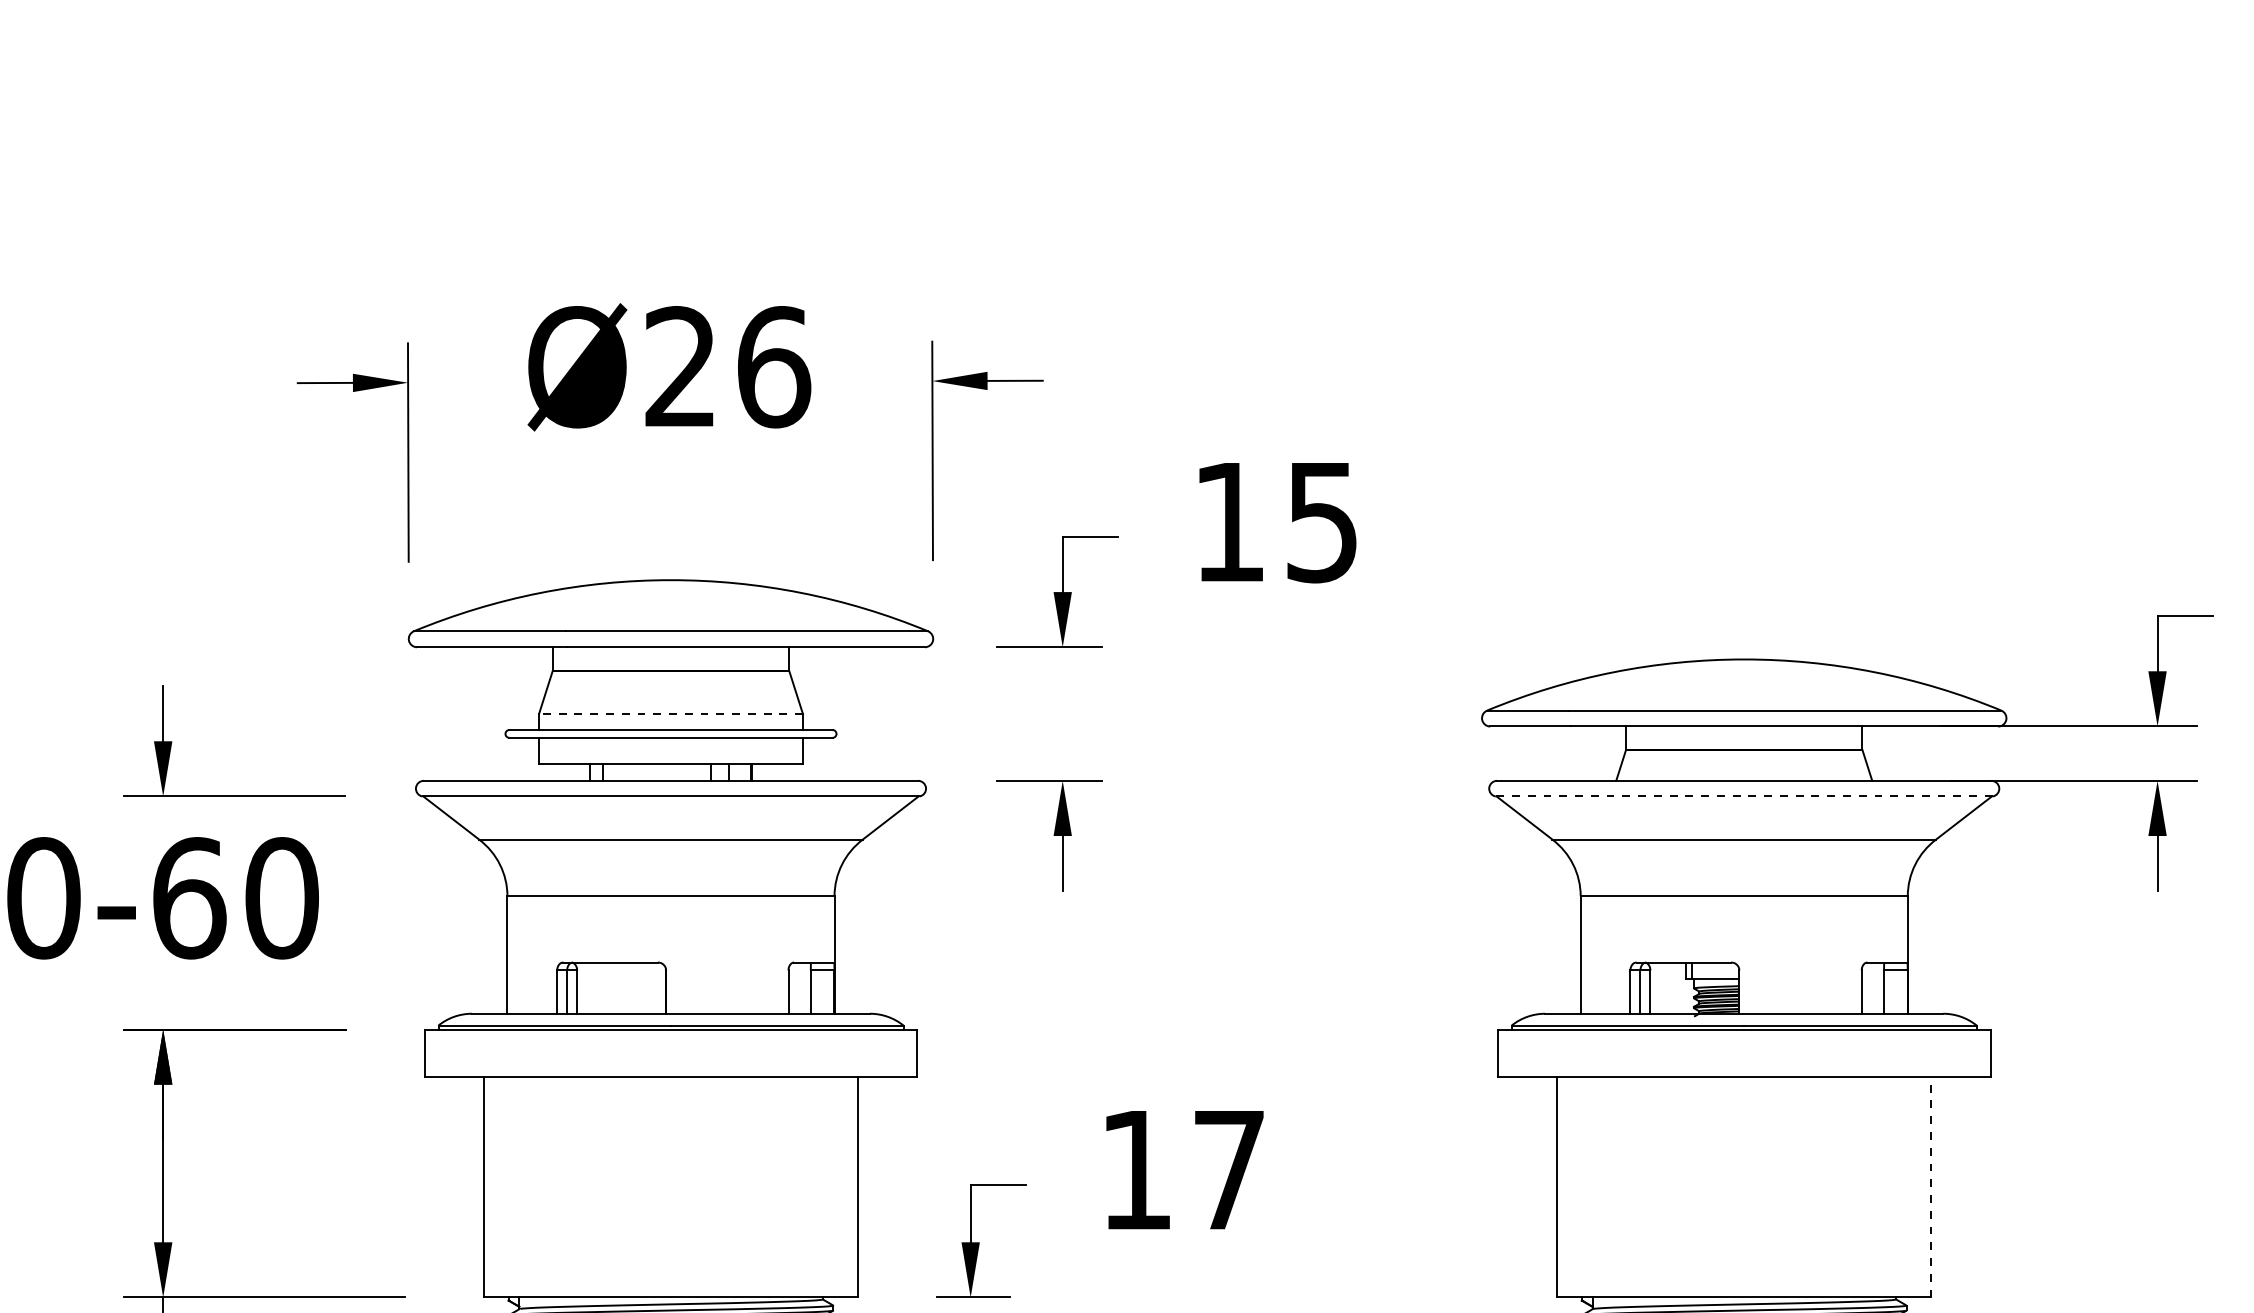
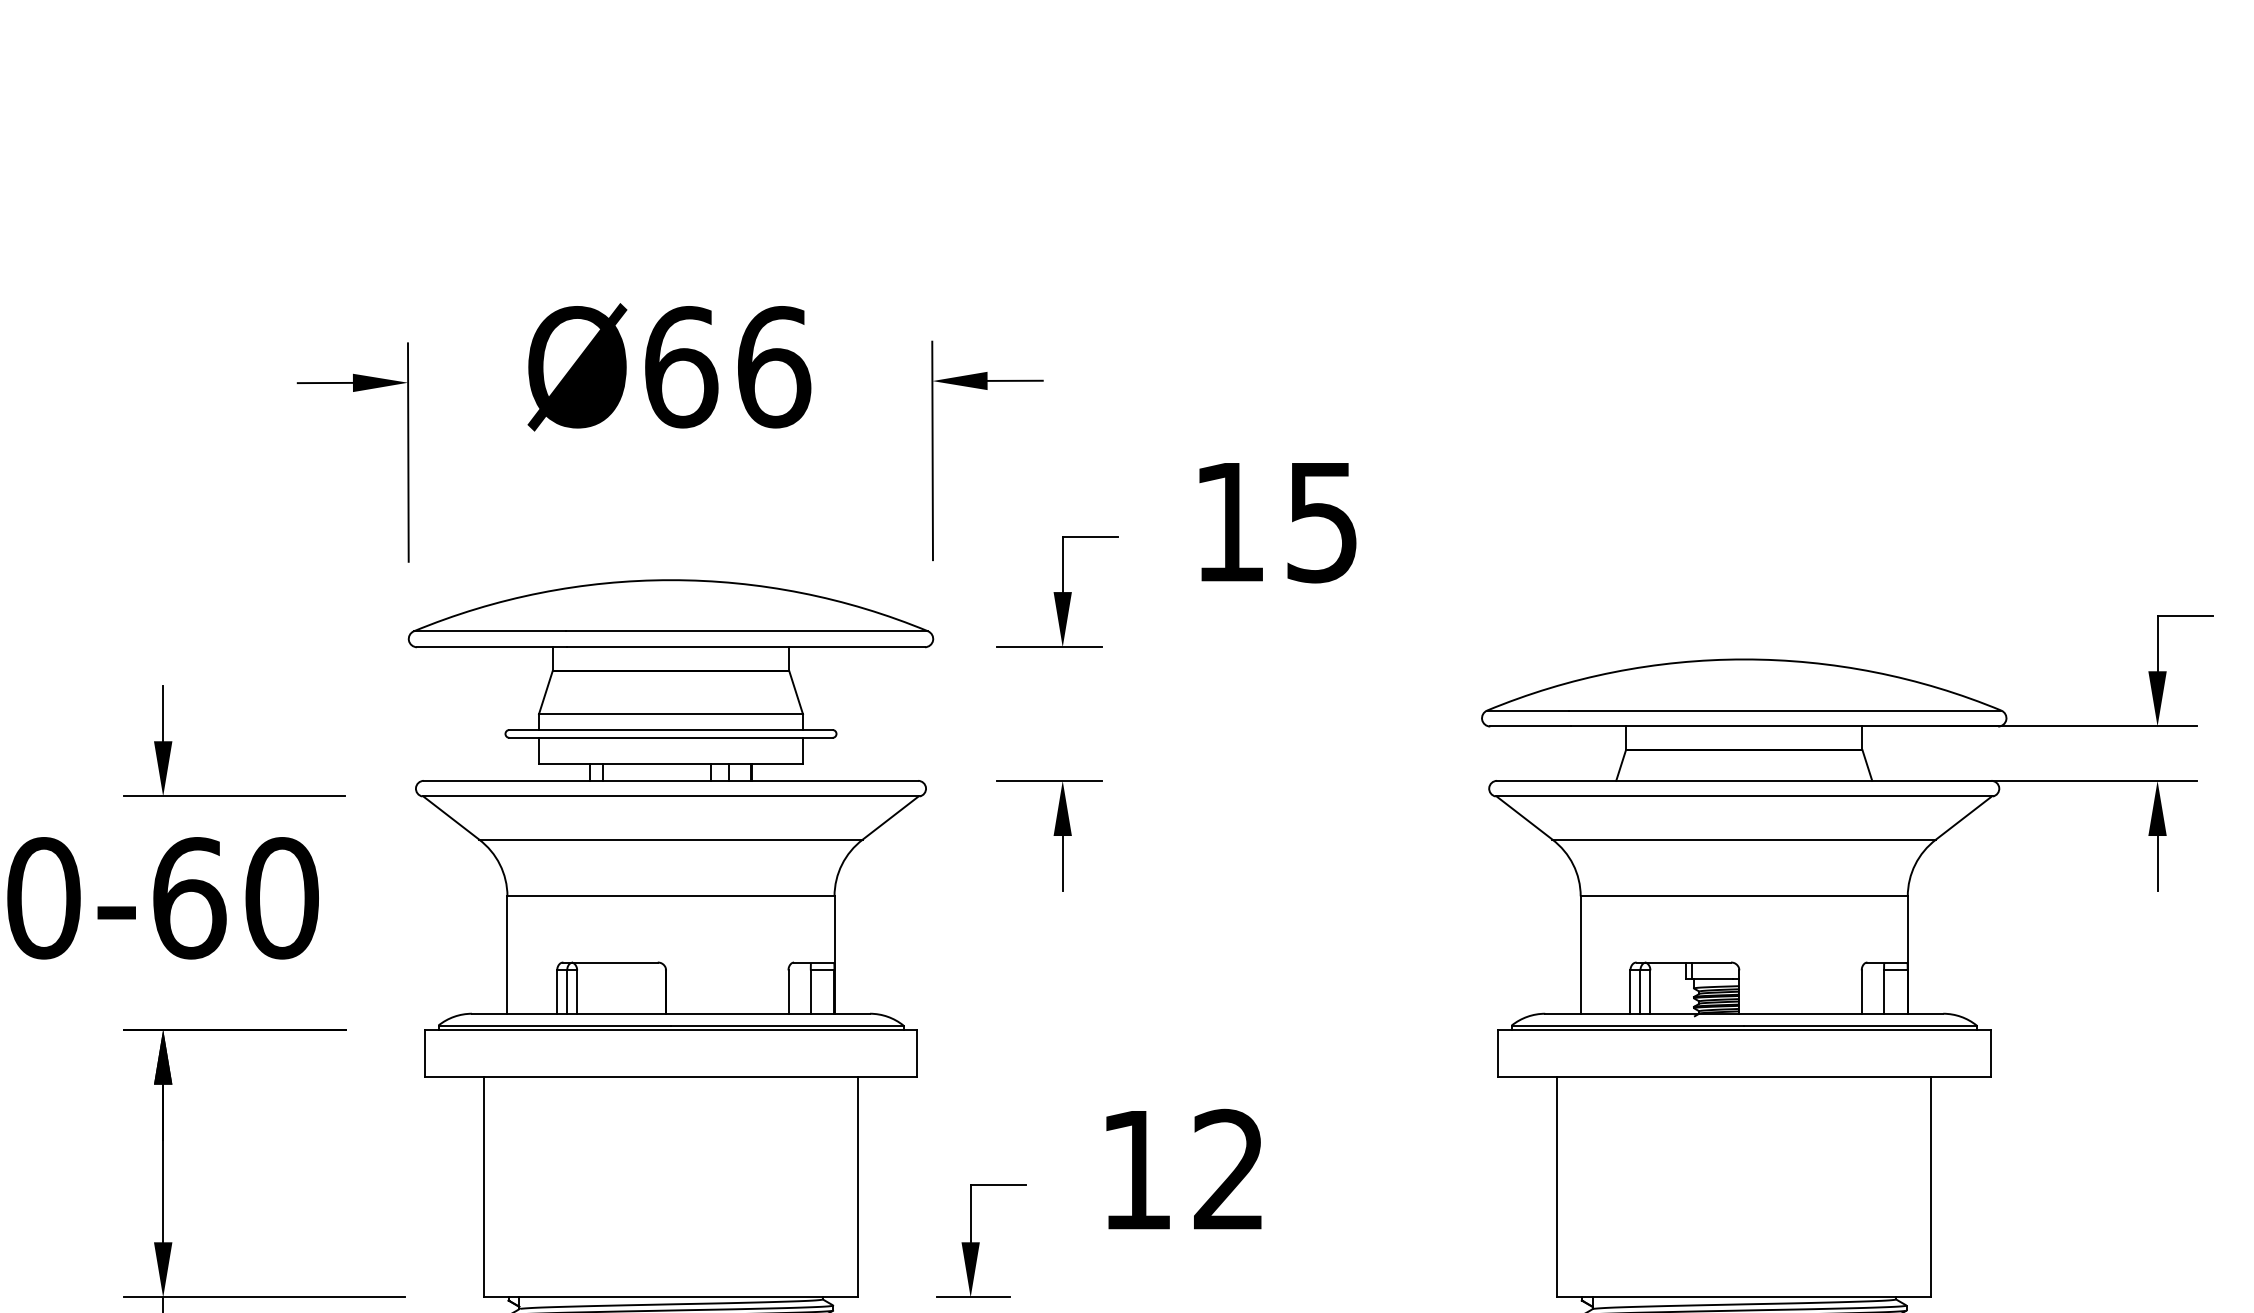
text at (681, 367): Ø26 -> Ø66
line at (670, 714): dashed -> solid
line at (1744, 796): dashed -> solid
text at (1228, 1168): 17 -> 12
line at (1931, 1186): dashed -> solid
